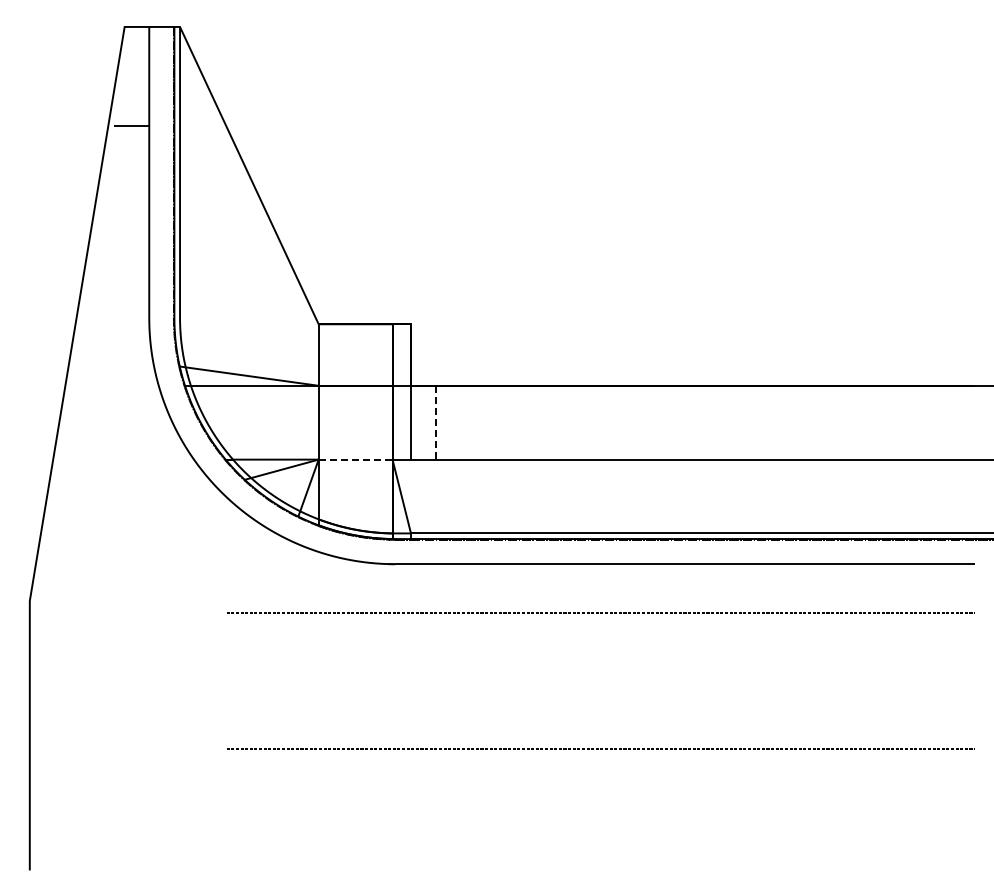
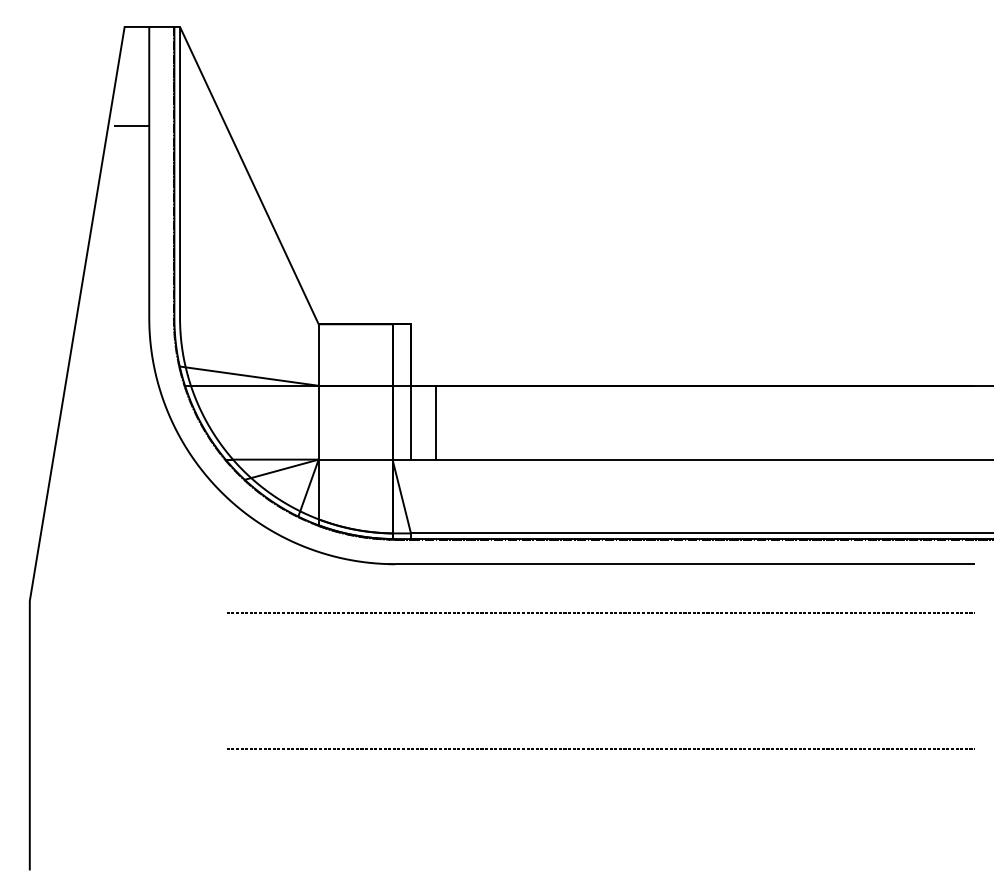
line at (435, 422): dashed -> solid
line at (355, 459): dashed -> solid
